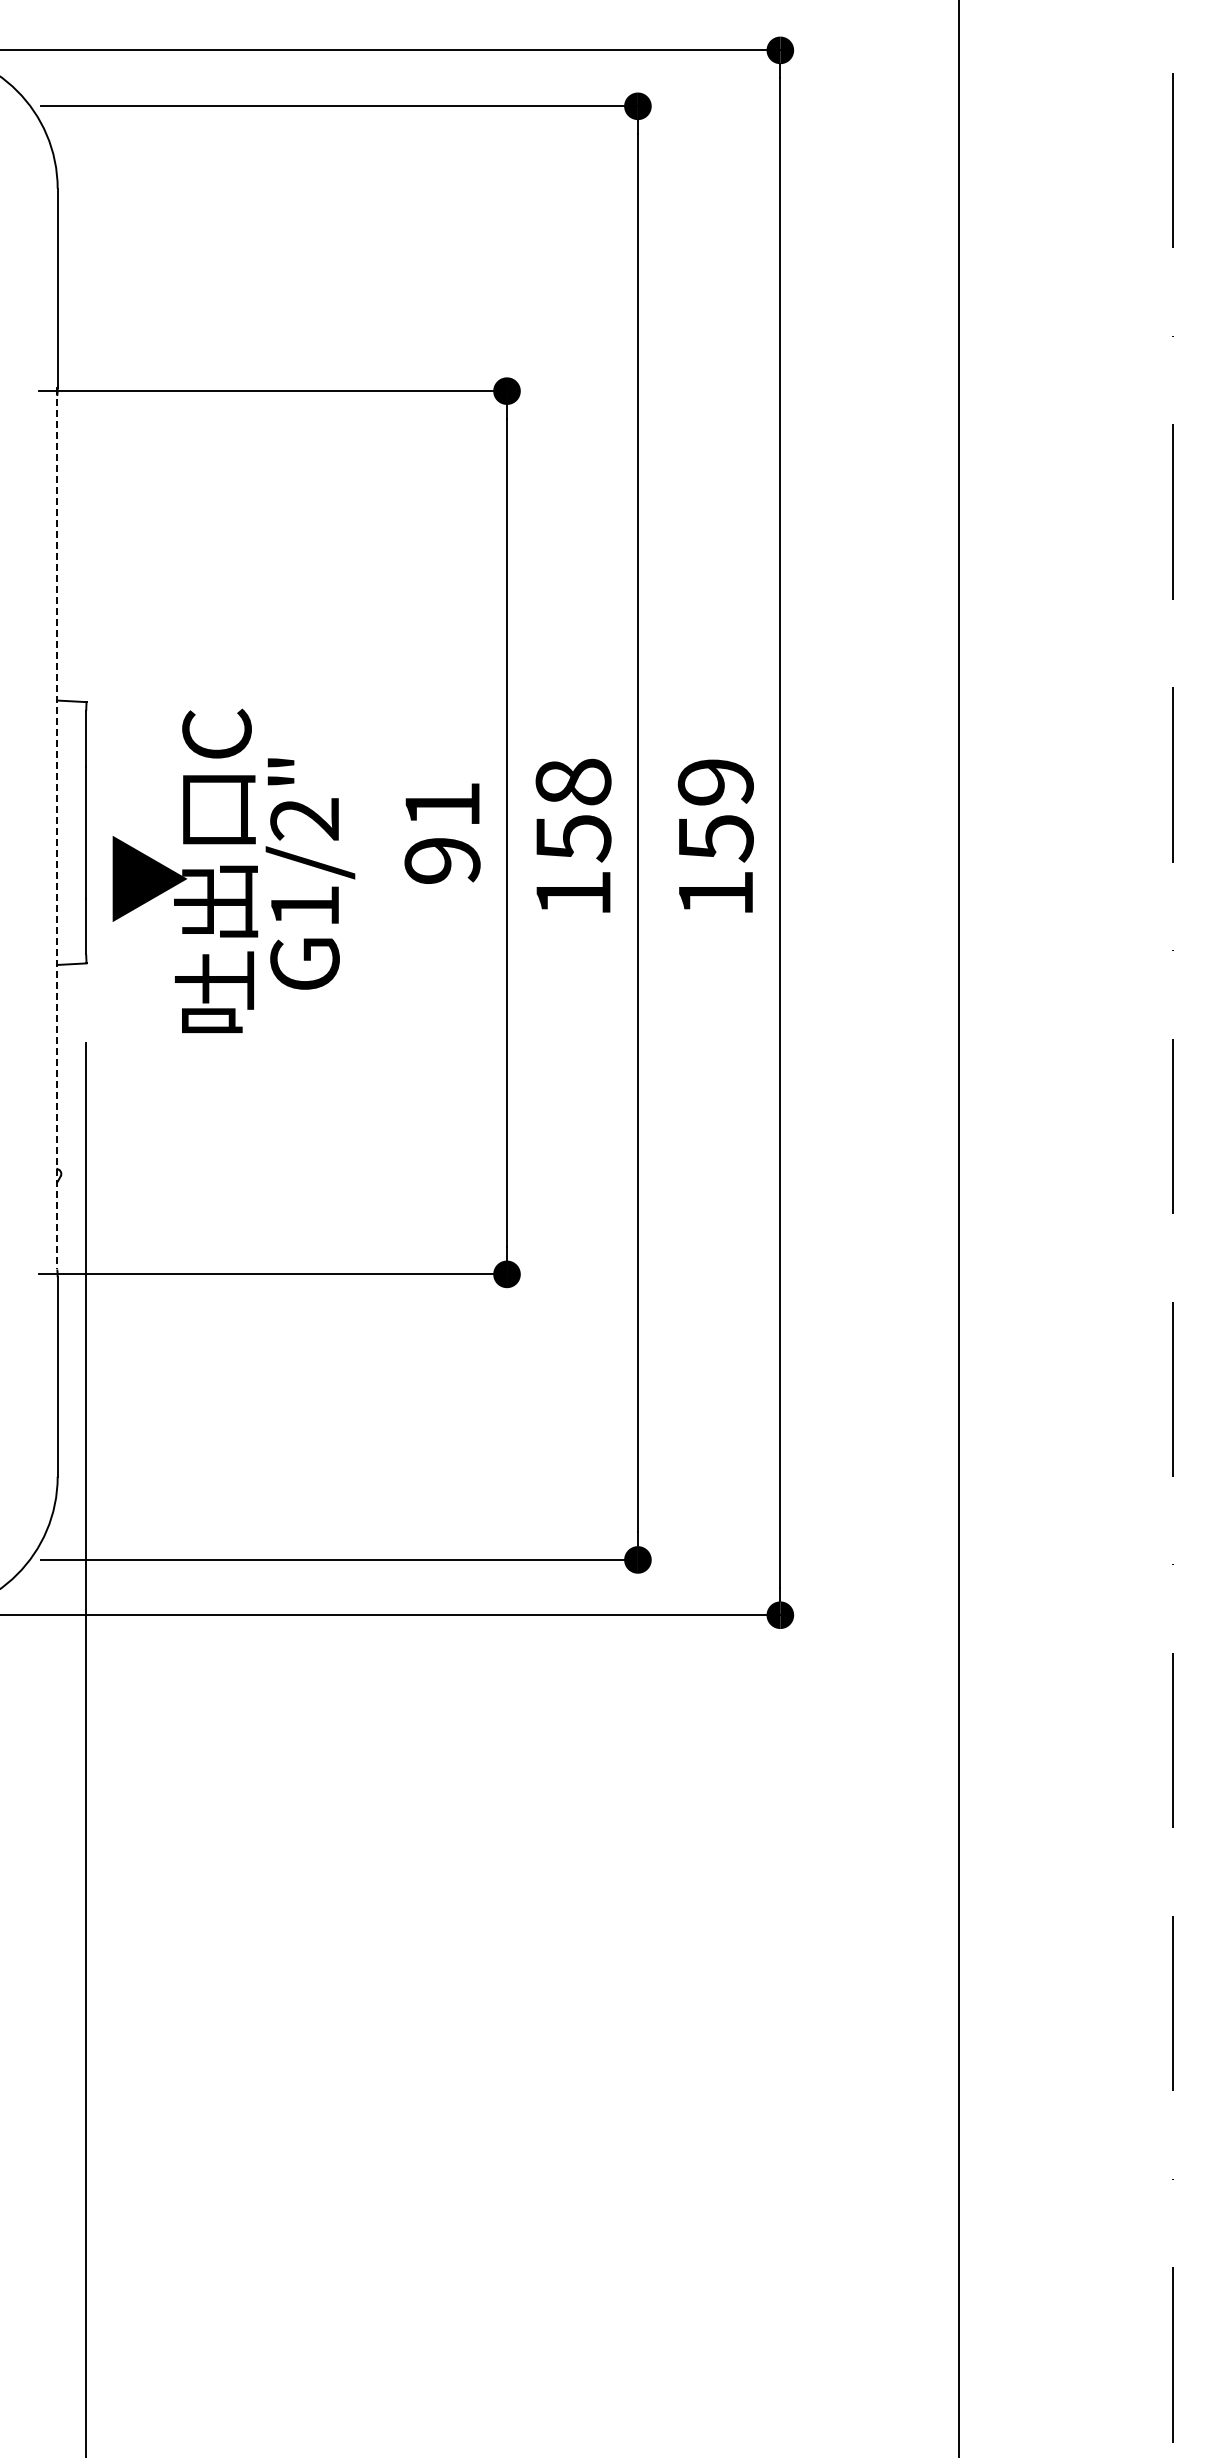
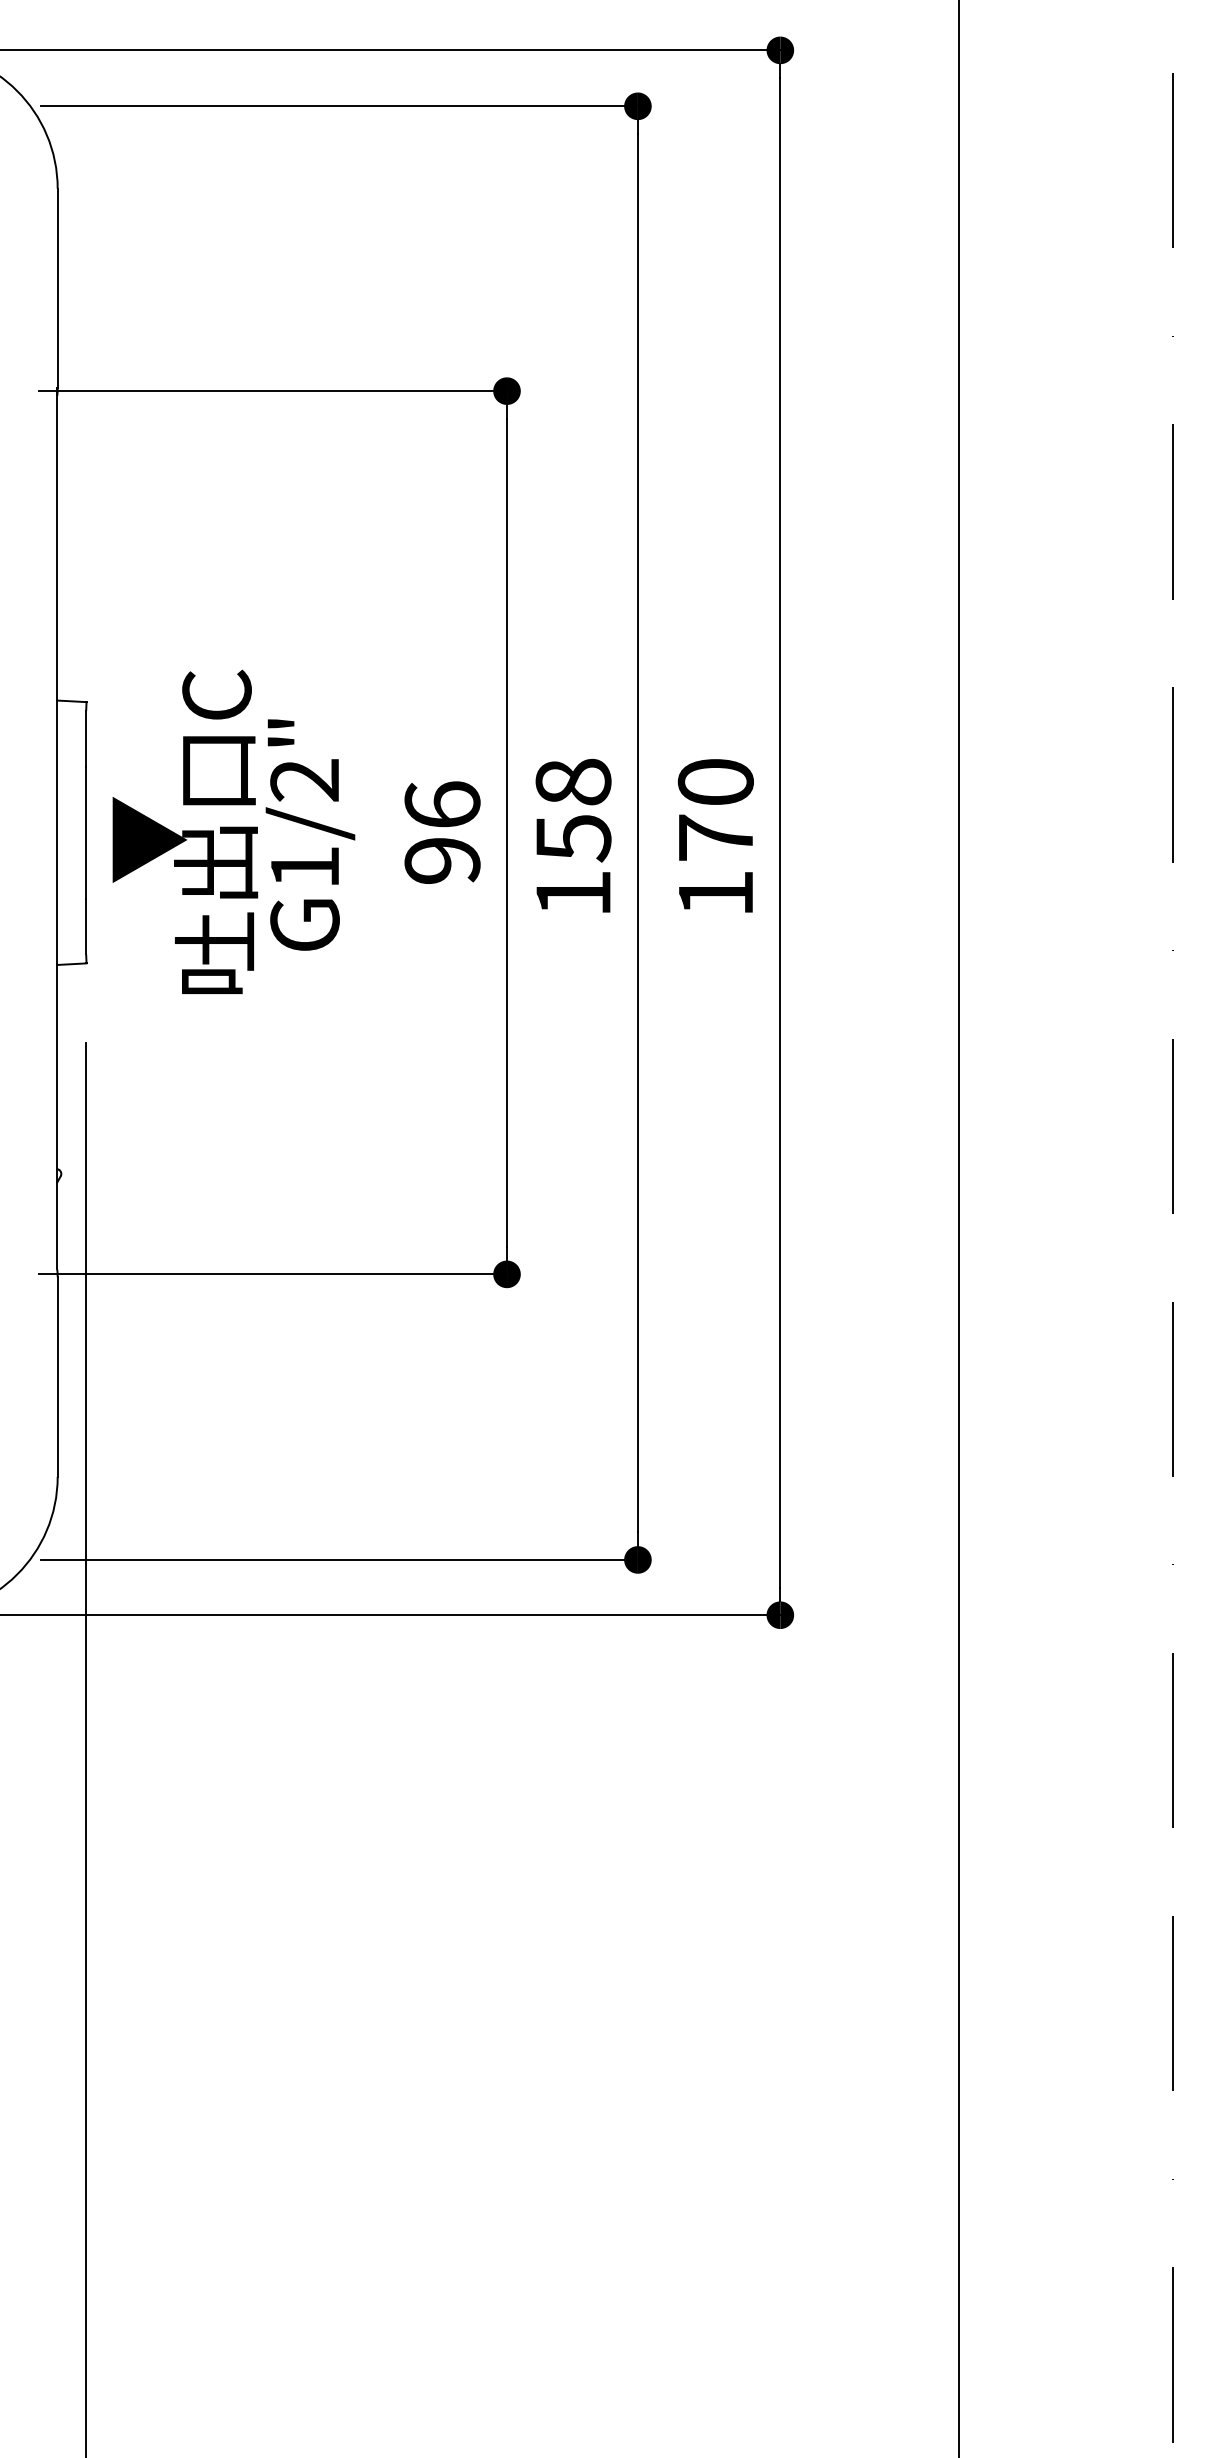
text at (442, 804): 91 -> 96
text at (715, 810): 159 -> 170
line at (57, 828): dashed -> solid
text at (233, 870) position: (233, 870) -> (233, 831)
